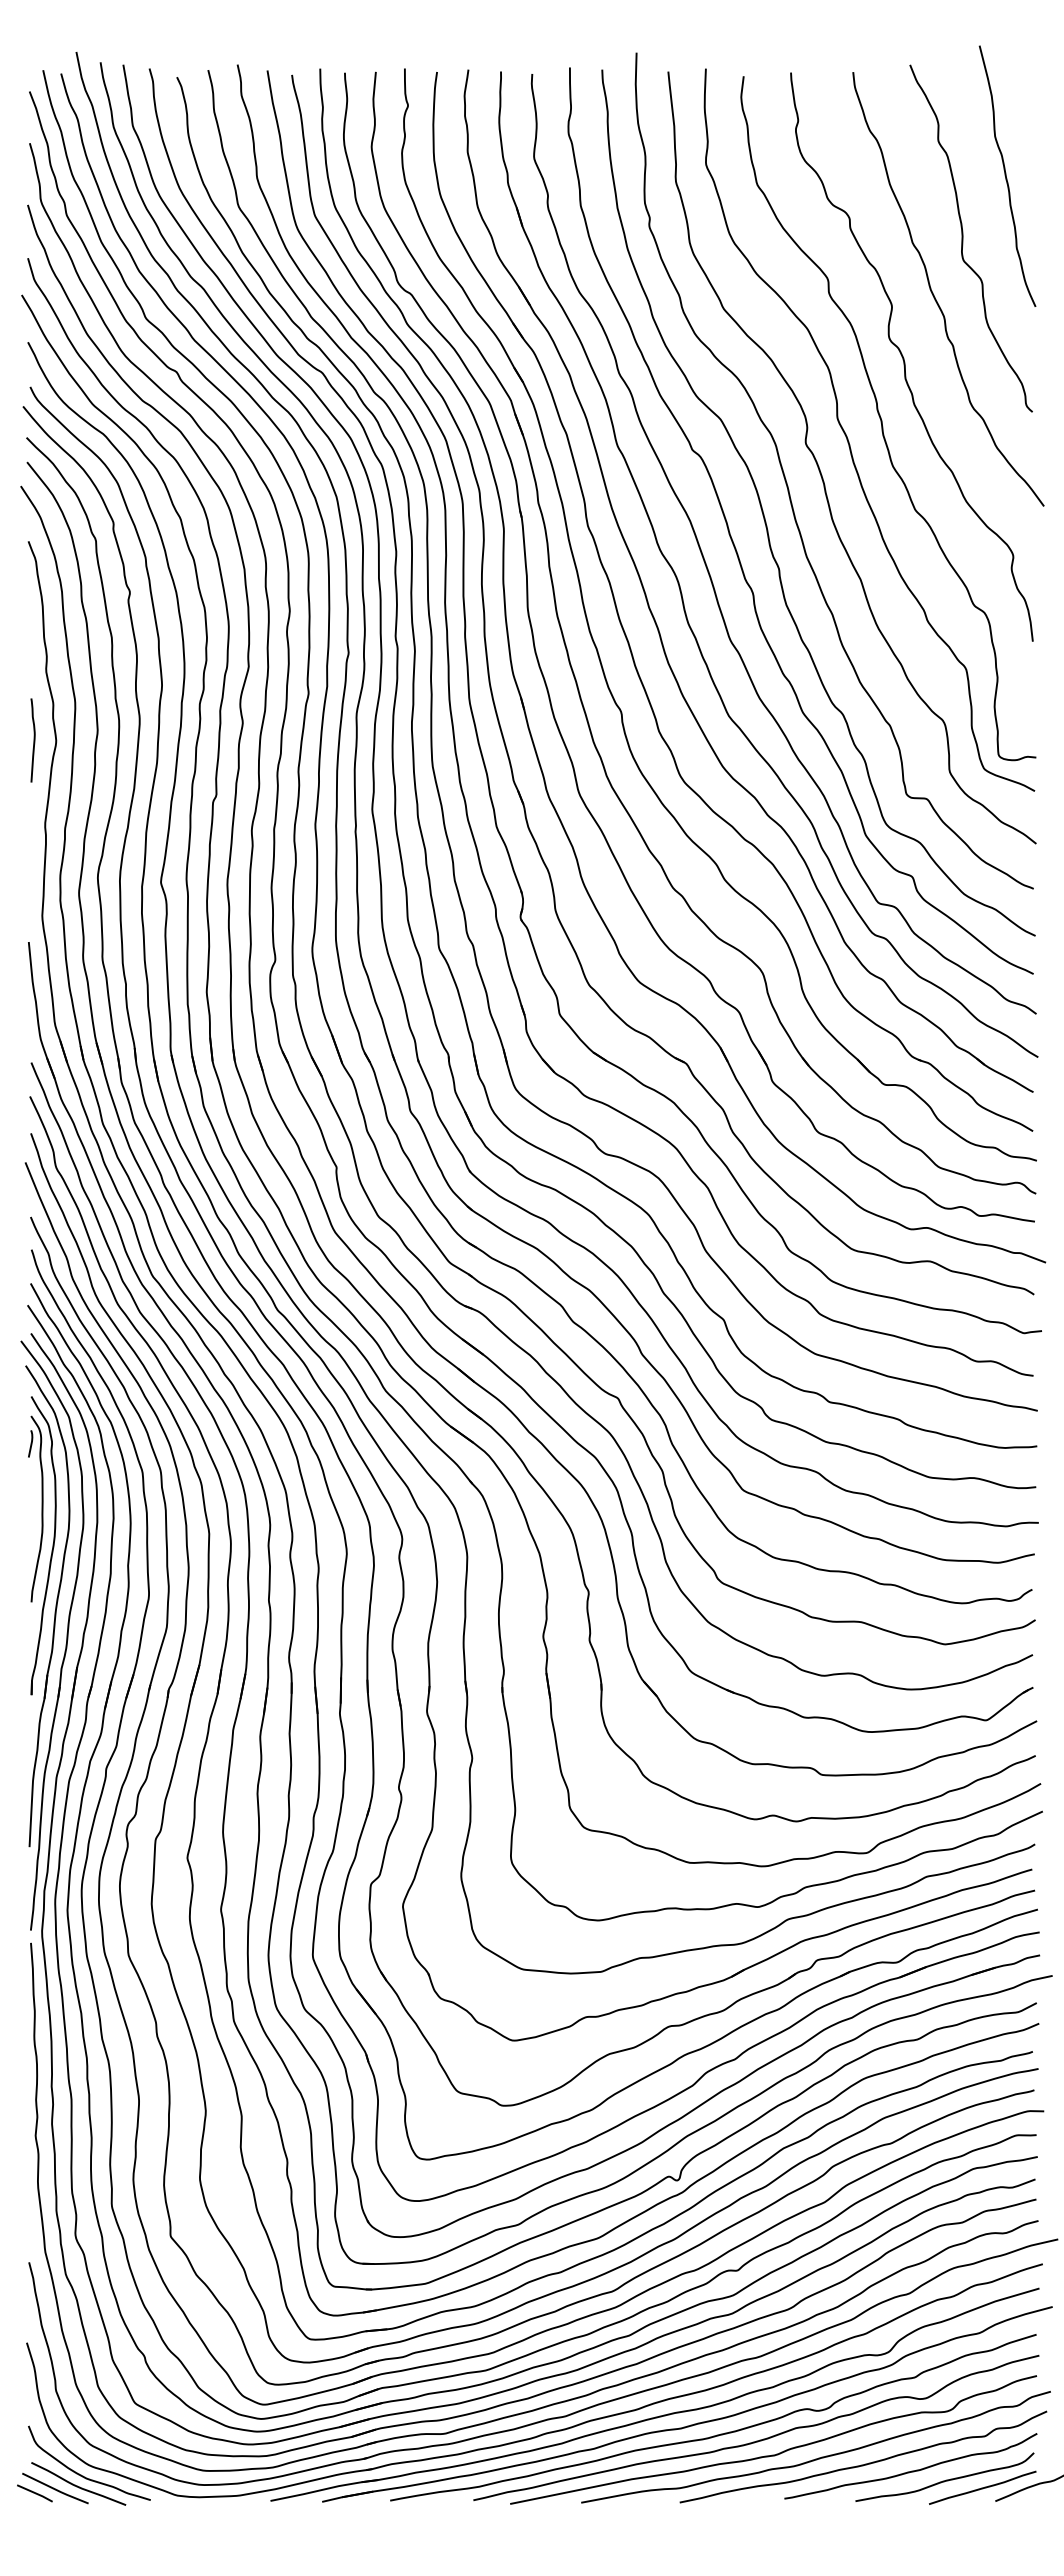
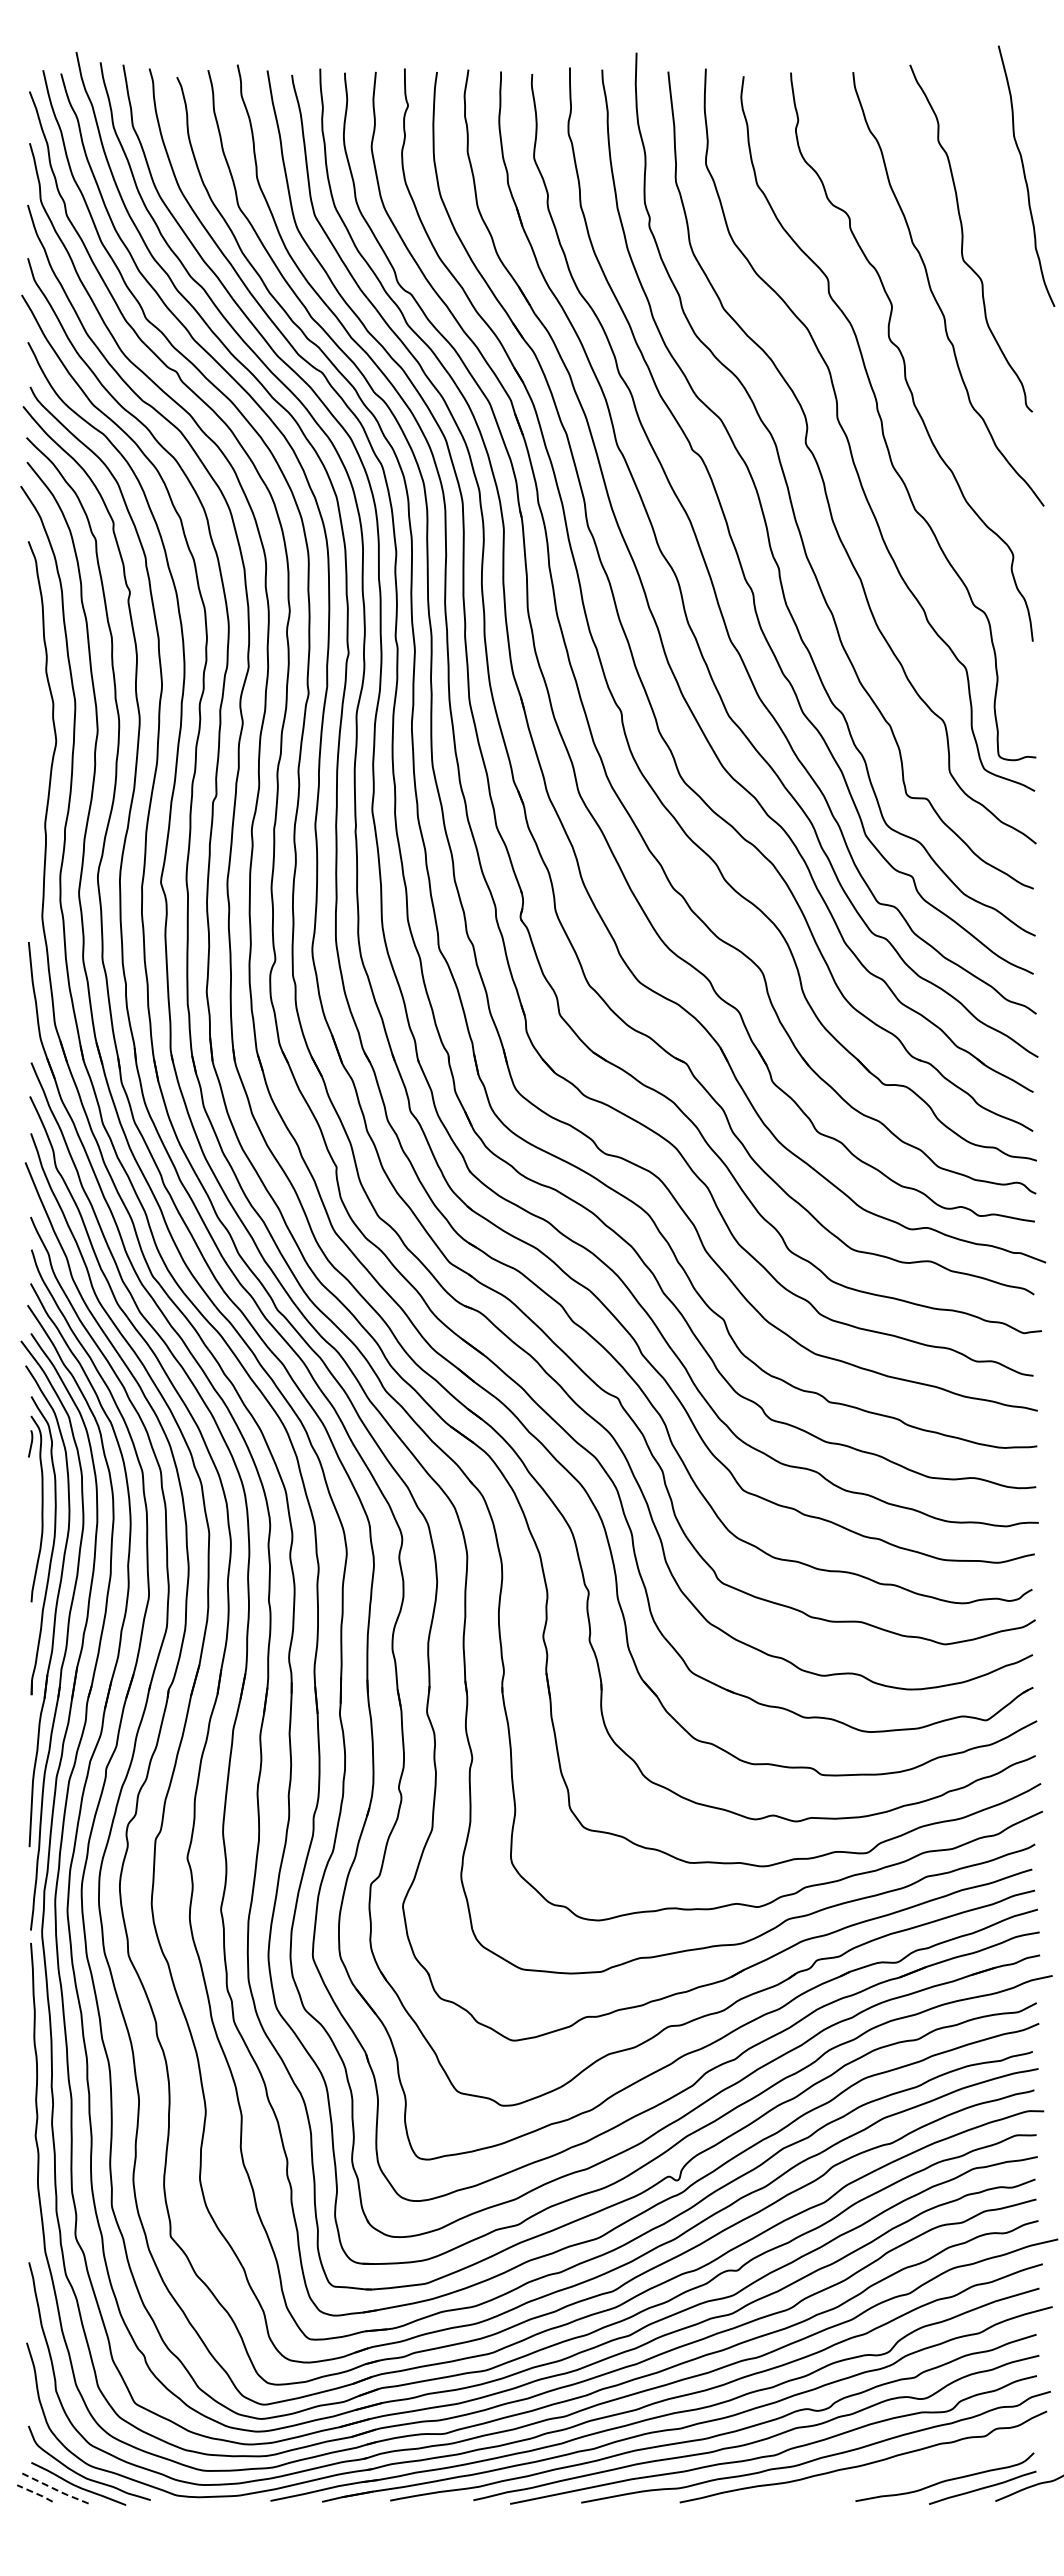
curve at (1006, 175) position: (1006, 175) -> (1025, 175)
curve at (33, 740): present -> none
curve at (911, 2470): present -> none
line at (56, 2490): solid -> dashed
line at (35, 2493): solid -> dashed
